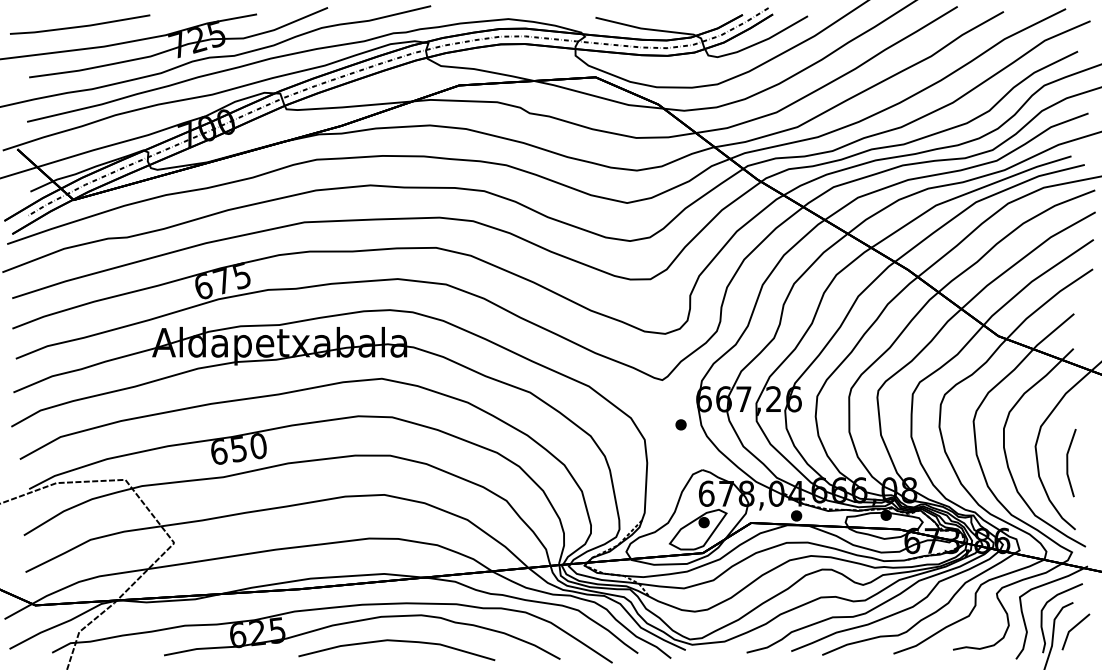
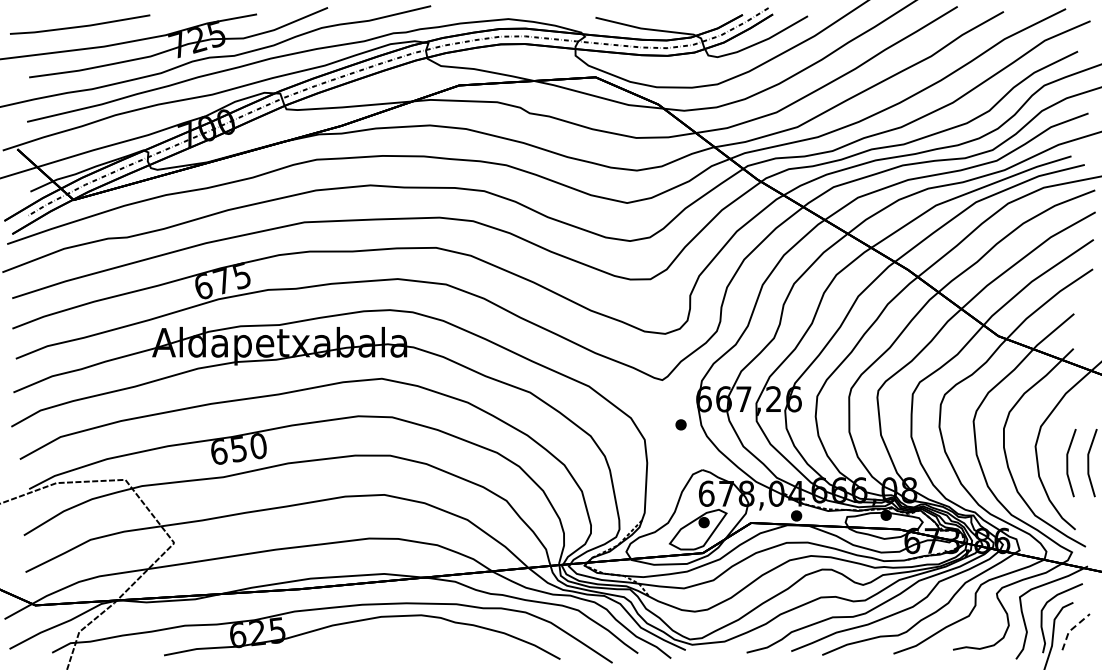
line at (1089, 463): none -> present
line at (1071, 629): solid -> dashed
curve at (396, 641): present -> none
